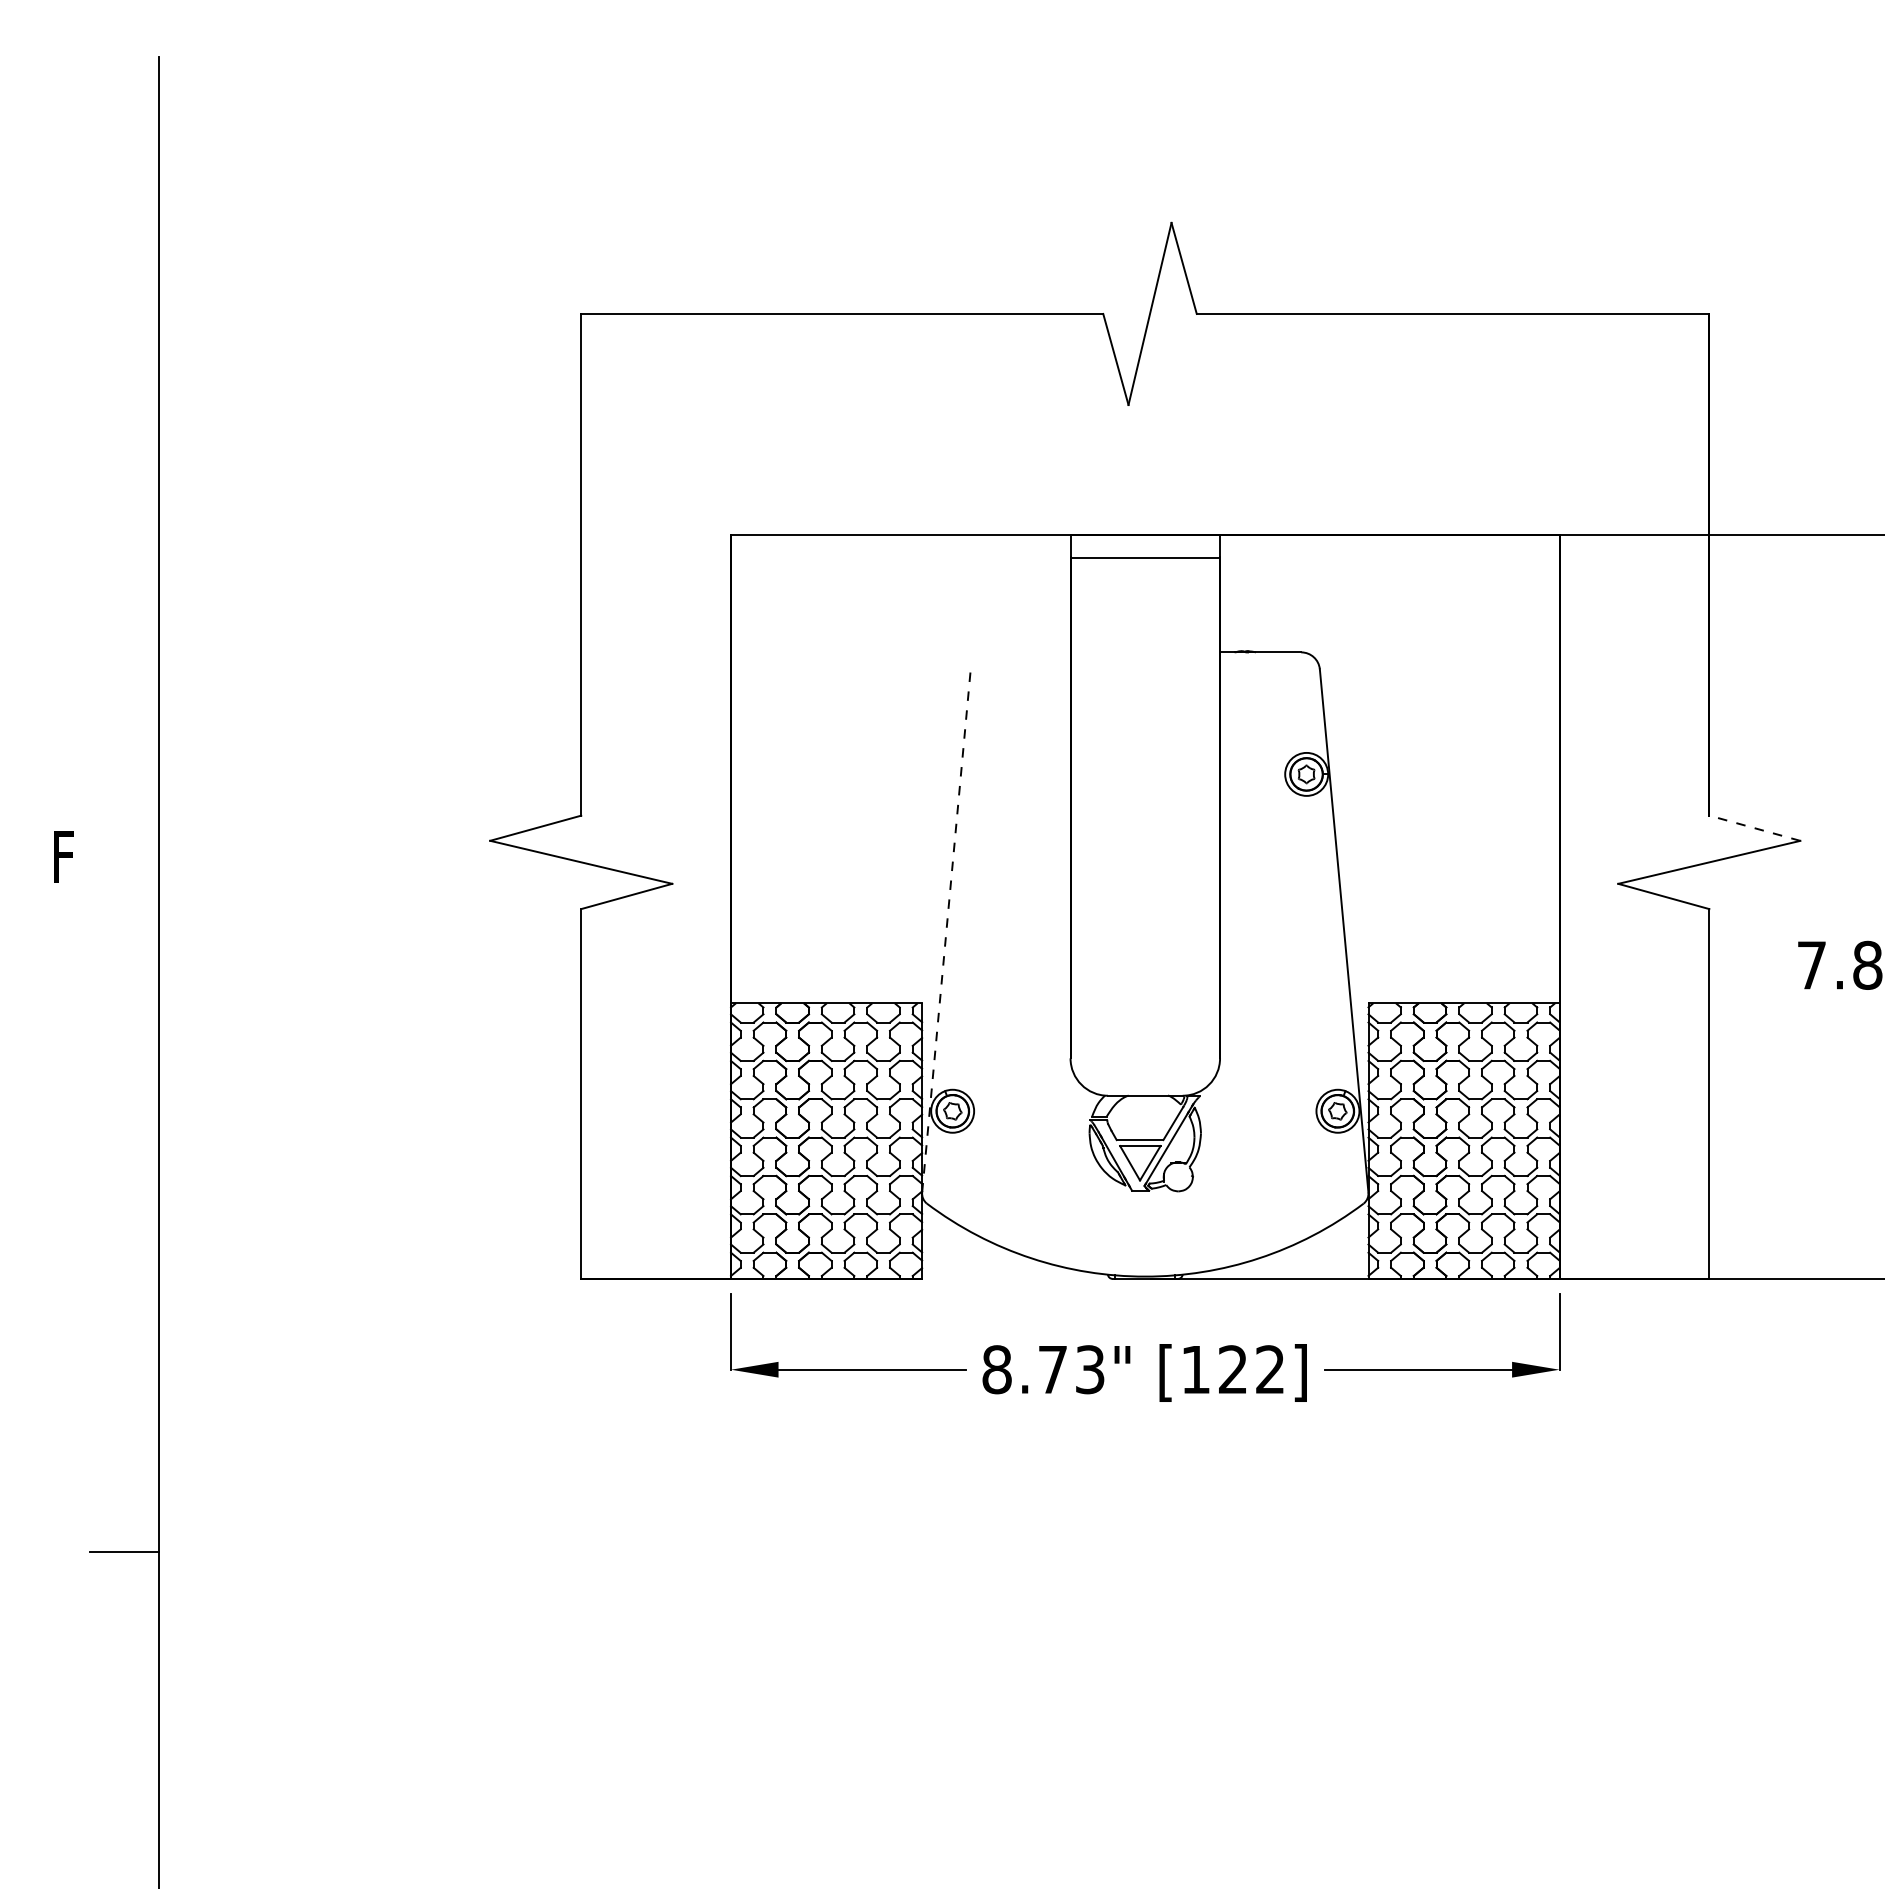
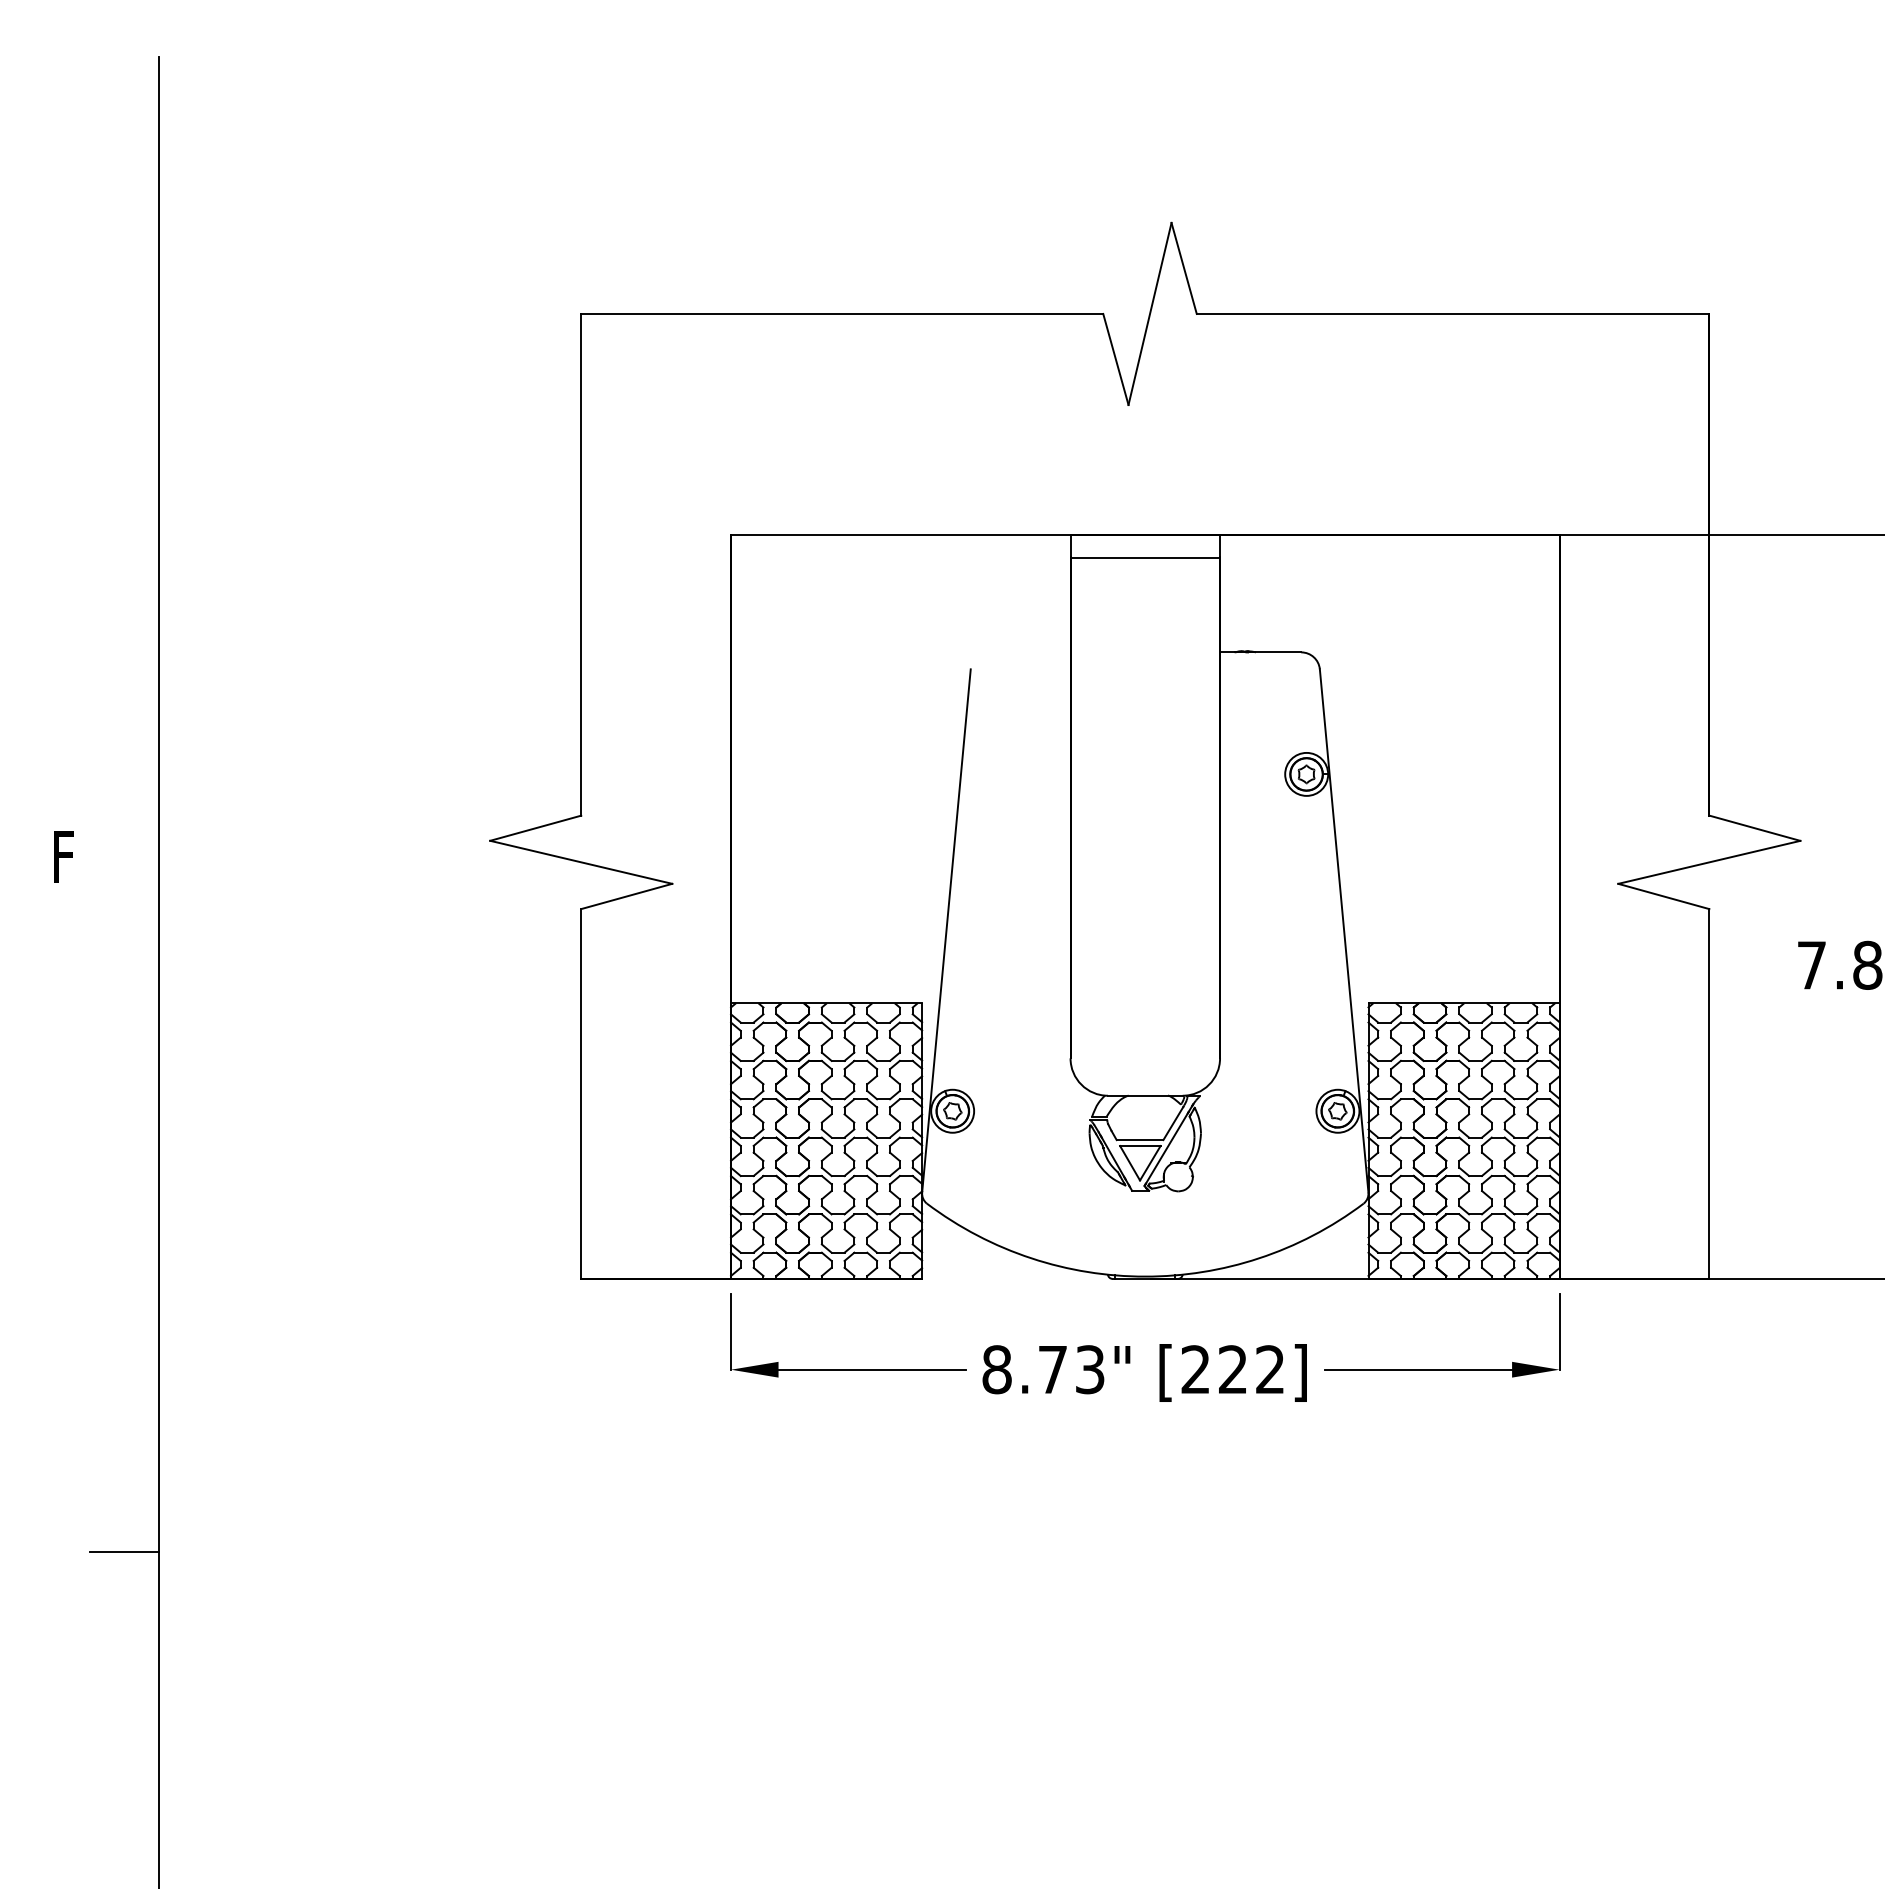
line at (1754, 828): dashed -> solid
line at (946, 930): dashed -> solid
text at (1195, 1369): [122] -> [222]
